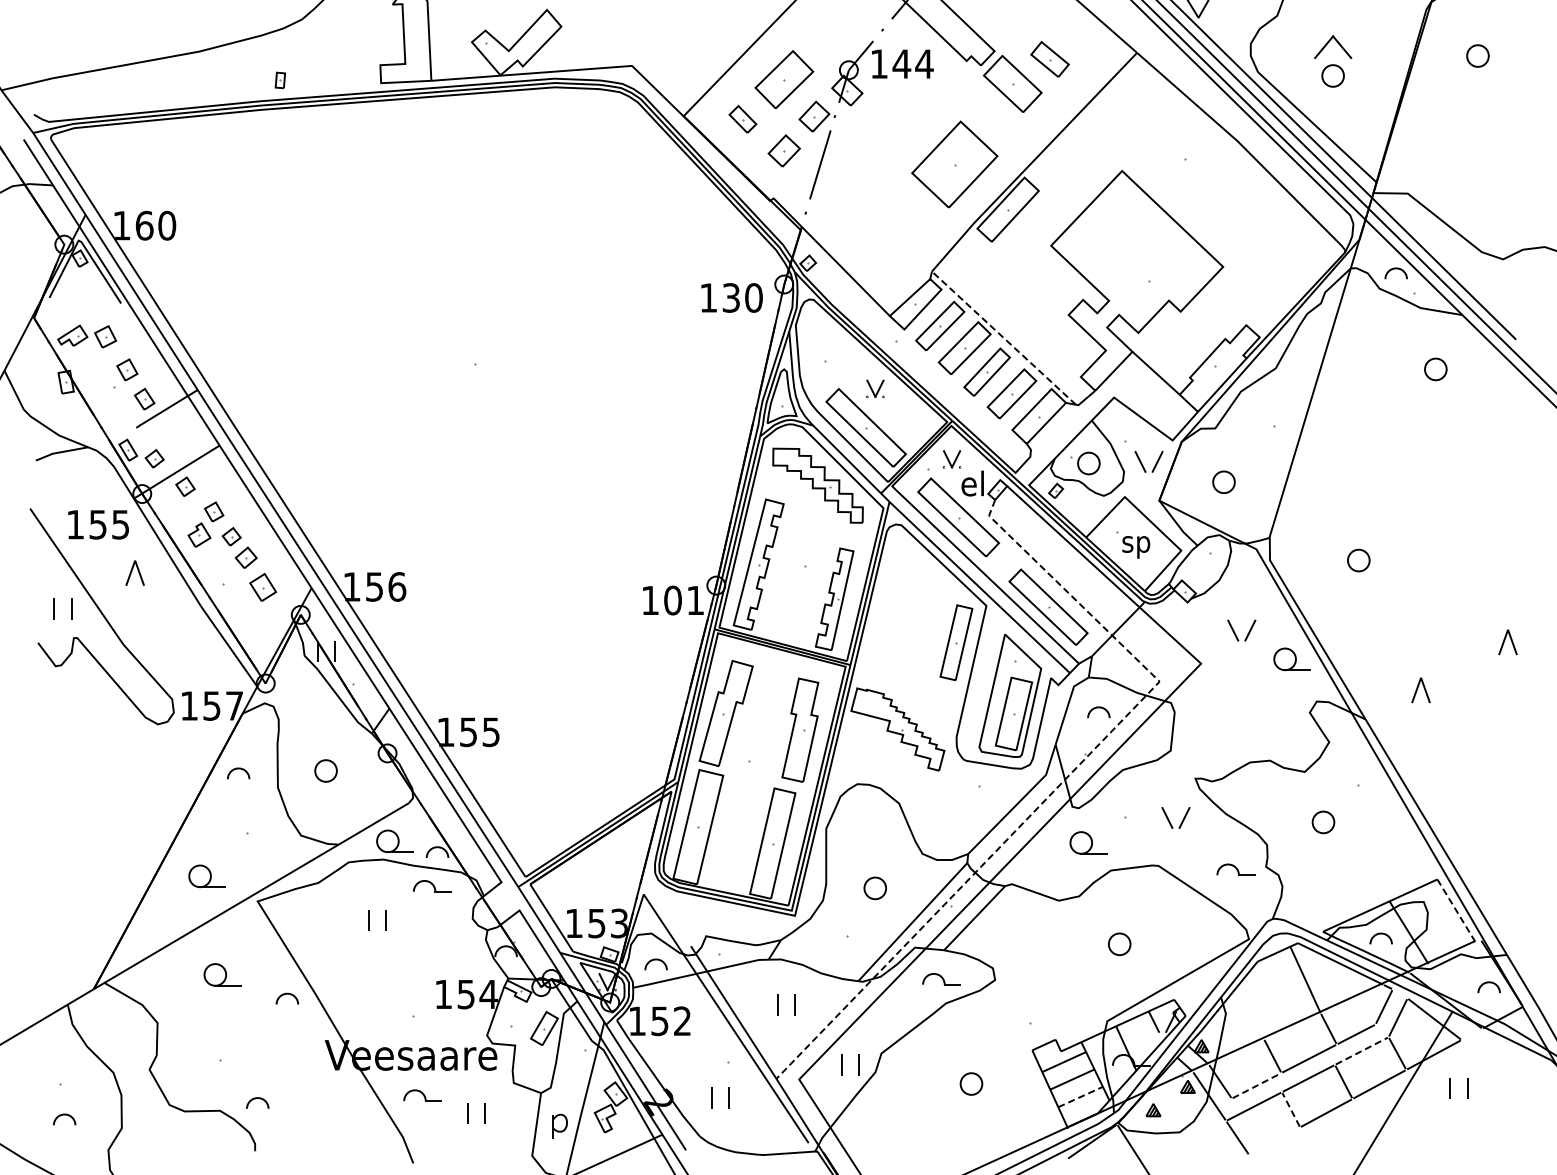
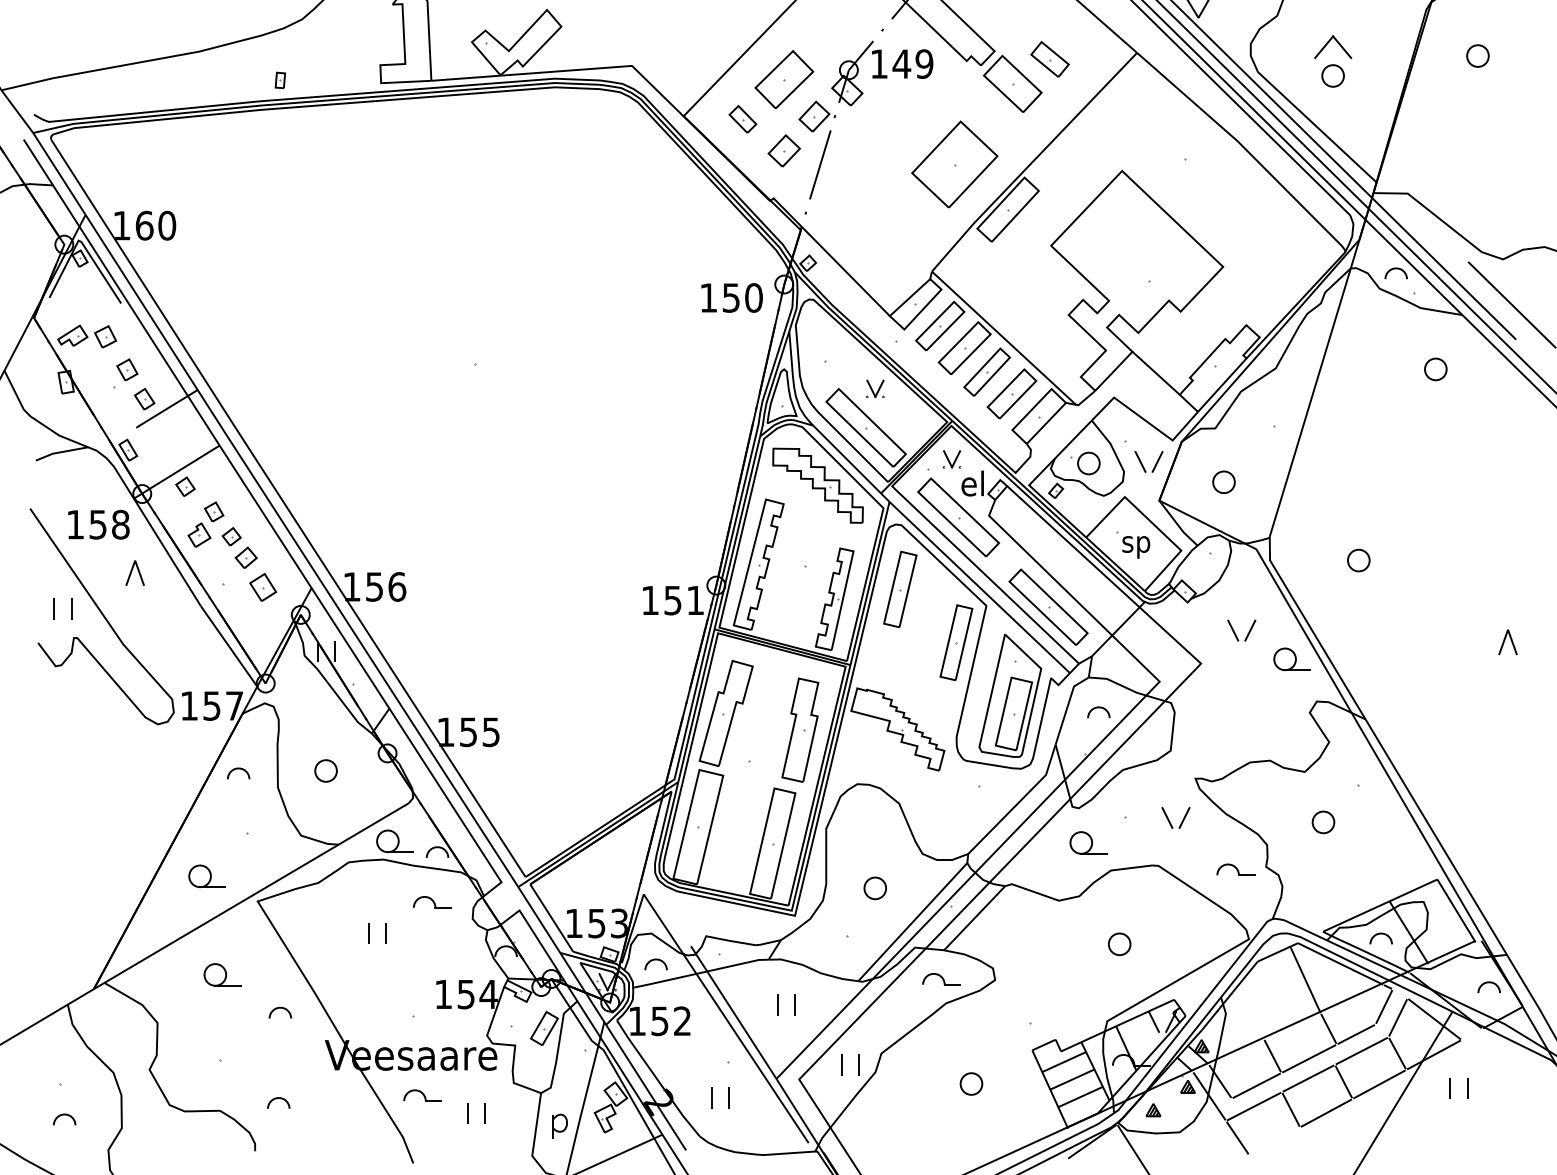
text at (924, 63): 144 -> 149
text at (731, 297): 130 -> 150
line at (1510, 303): none -> present
line at (1003, 337): dashed -> solid
part at (154, 458): present -> none
text at (120, 524): 155 -> 158
part at (900, 588): none -> present
text at (672, 600): 101 -> 151
part at (1420, 690): present -> none
line at (1056, 788): dashed -> solid
part at (432, 886) position: (432, 886) -> (432, 902)
line at (1456, 910): dashed -> solid
part at (369, 920) position: (369, 920) -> (369, 933)
part at (286, 998) position: (286, 998) -> (279, 1012)
line at (1362, 1050): dashed -> solid
line at (1257, 1085): dashed -> solid
line at (1080, 1097): dashed -> solid
part at (257, 1102) position: (257, 1102) -> (278, 1102)
line at (1291, 1109): dashed -> solid
